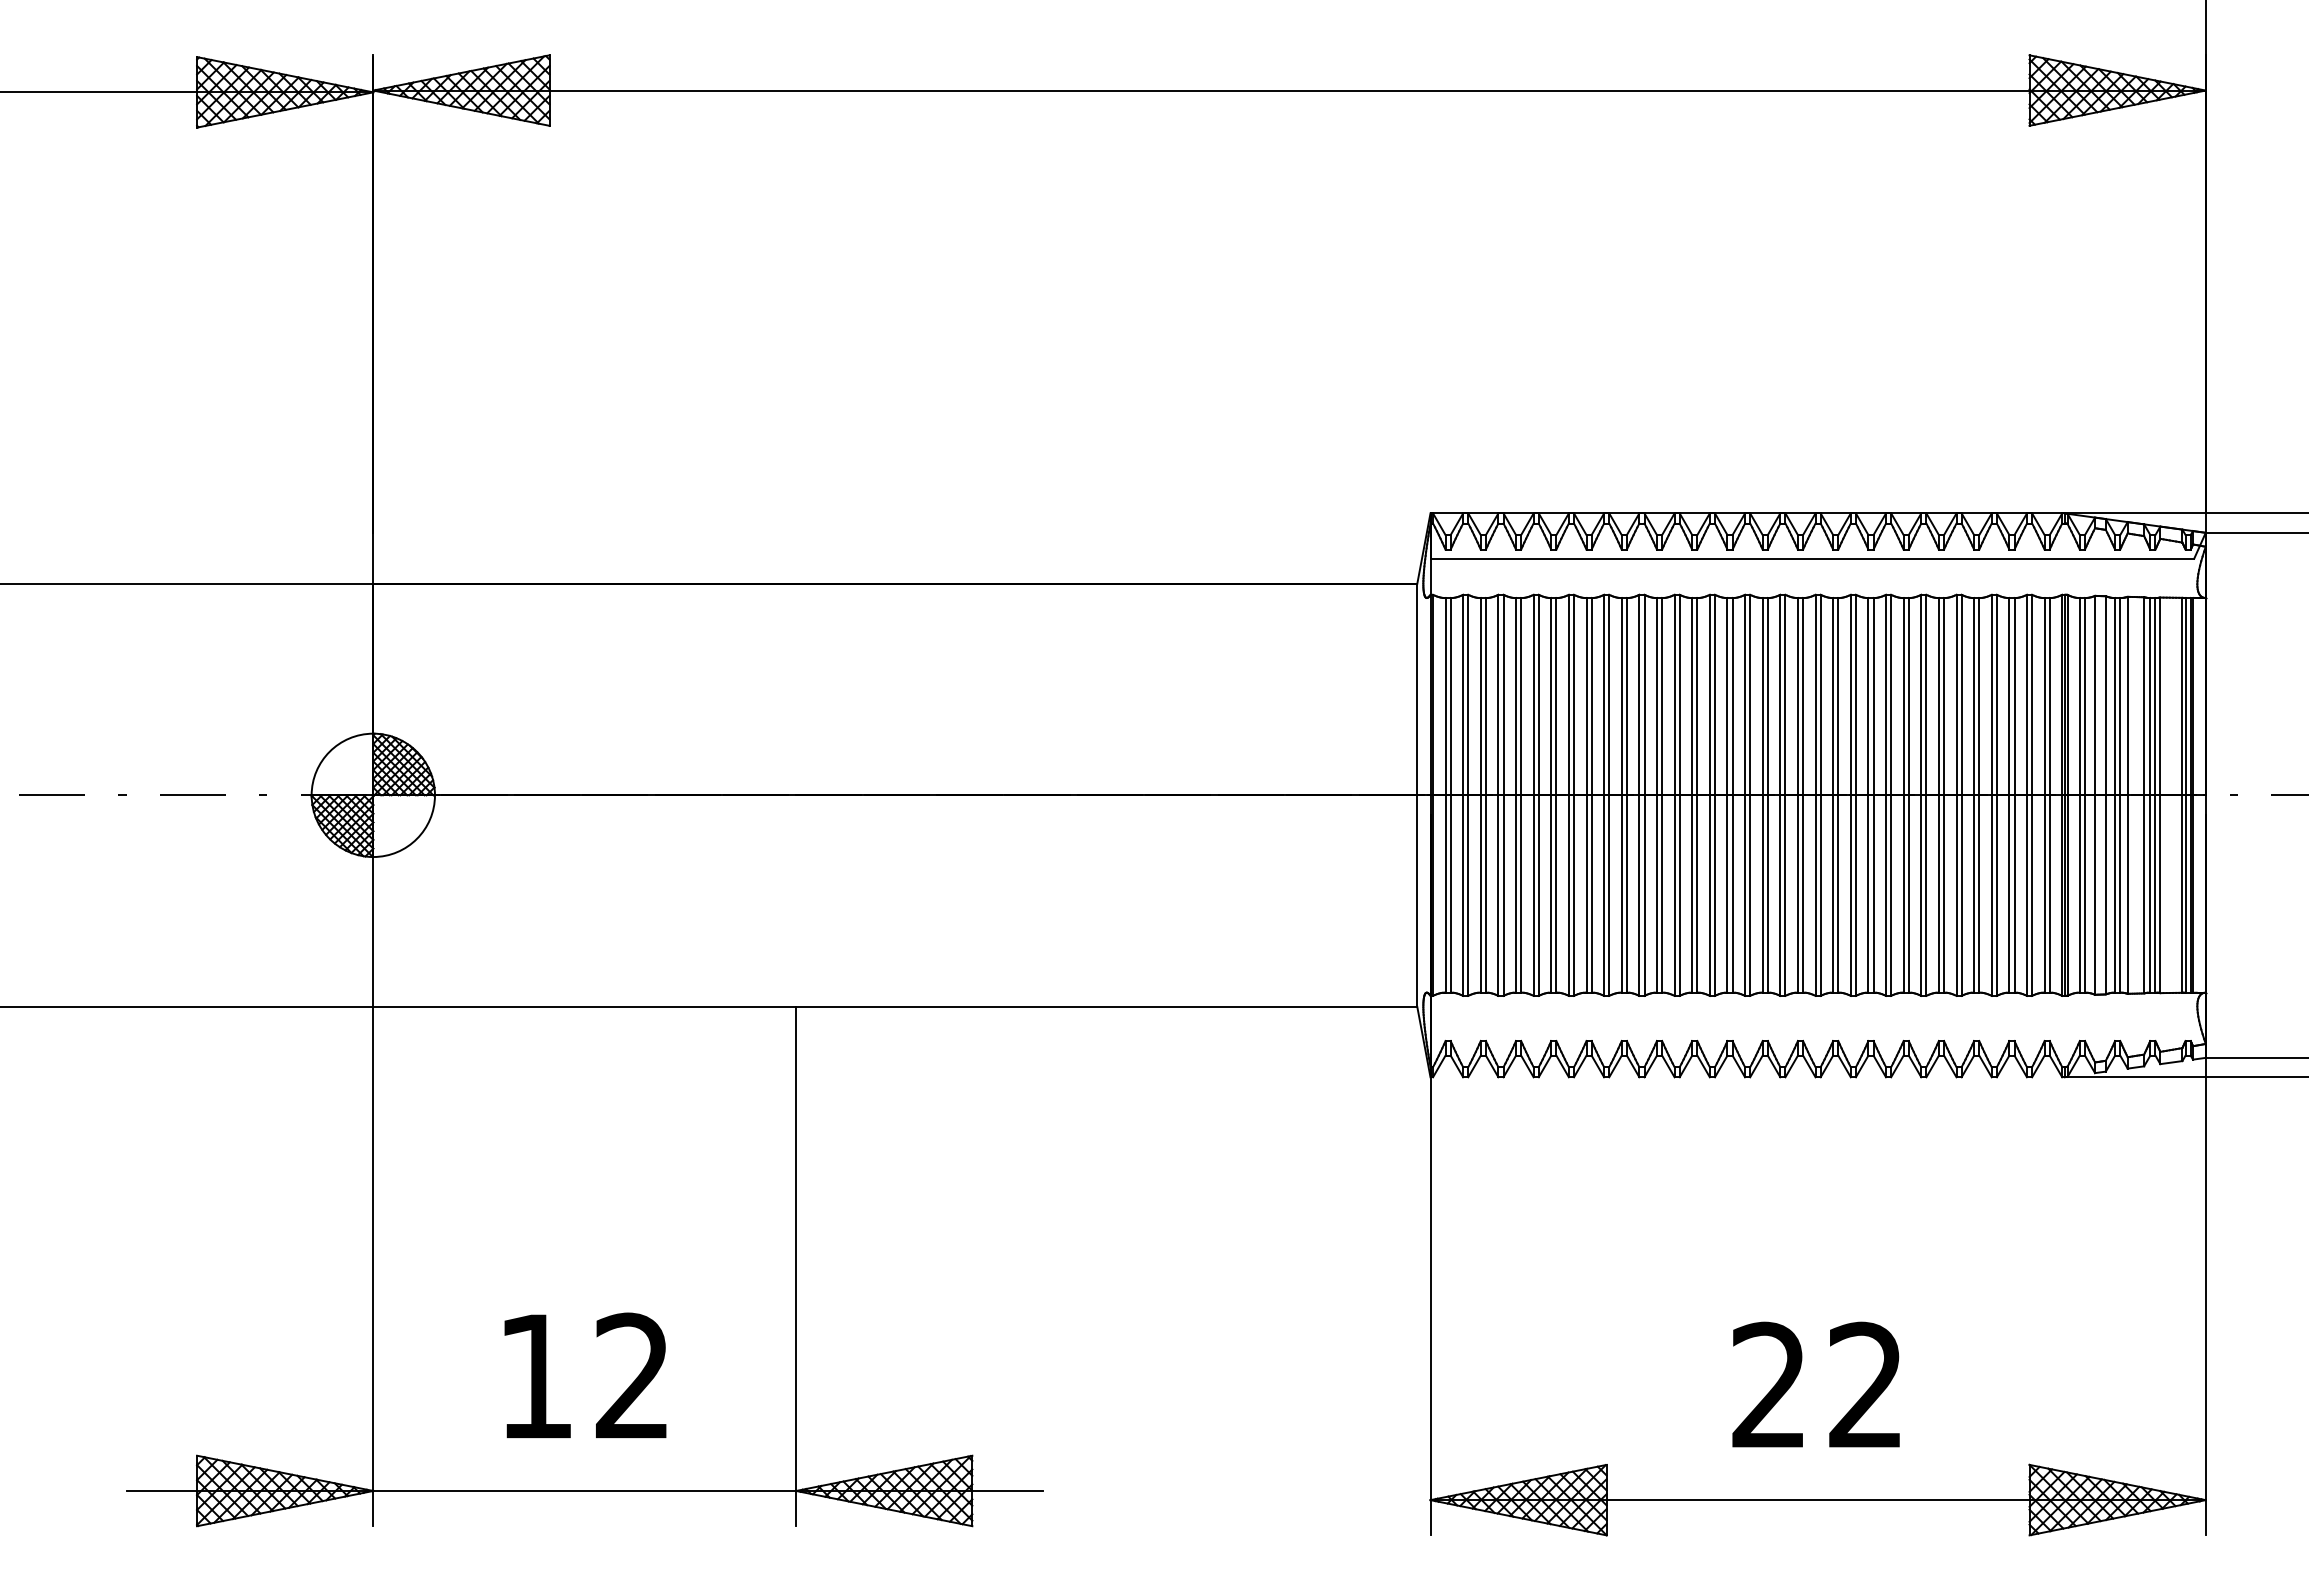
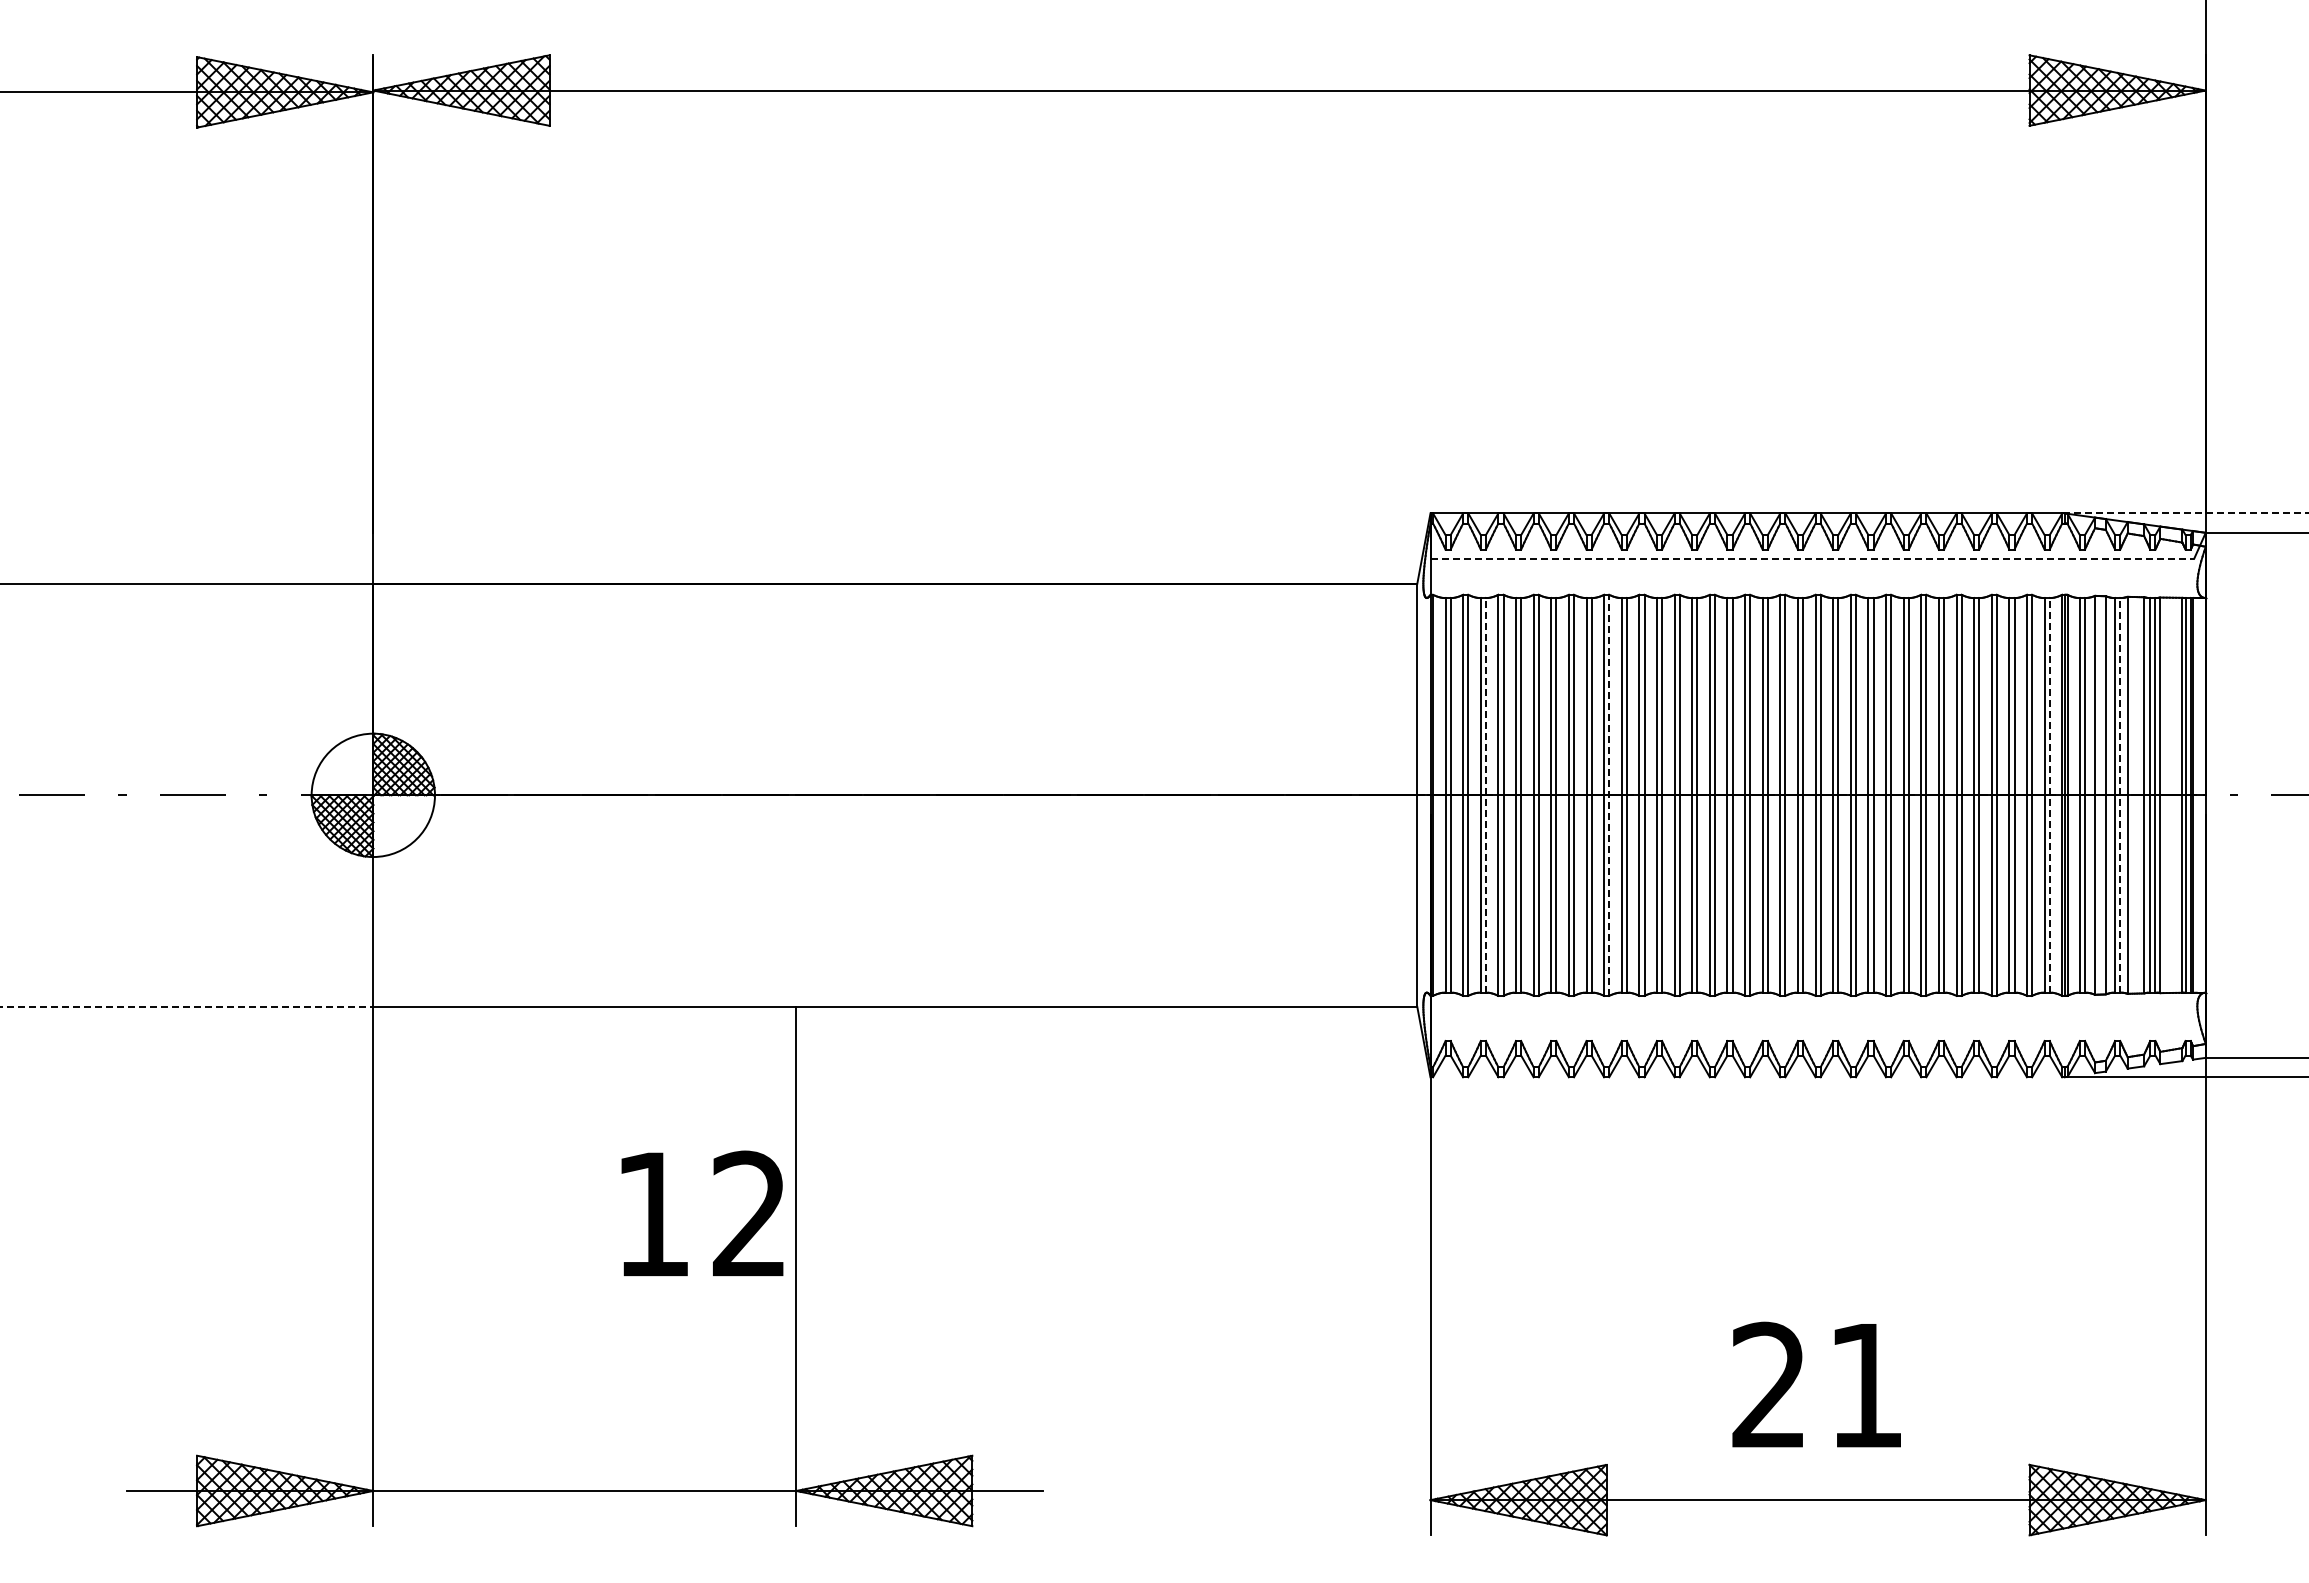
line at (2186, 513): solid -> dashed
line at (1812, 558): solid -> dashed
line at (1485, 794): solid -> dashed
line at (2049, 794): solid -> dashed
line at (2120, 794): solid -> dashed
line at (1609, 795): solid -> dashed
line at (187, 1006): solid -> dashed
text at (585, 1374) position: (585, 1374) -> (702, 1212)
text at (1864, 1384): 22 -> 21
